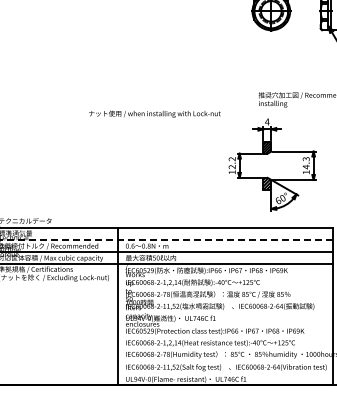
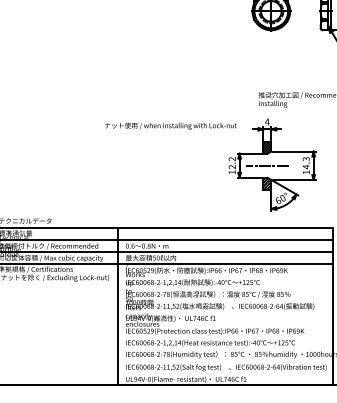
text at (154, 113) position: (154, 113) -> (170, 125)
line at (266, 165): none -> present
line at (166, 239): dashed -> solid
